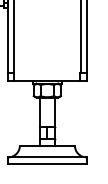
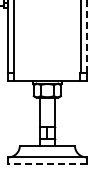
line at (86, 36): solid -> dashed
line at (46, 163): solid -> dashed
